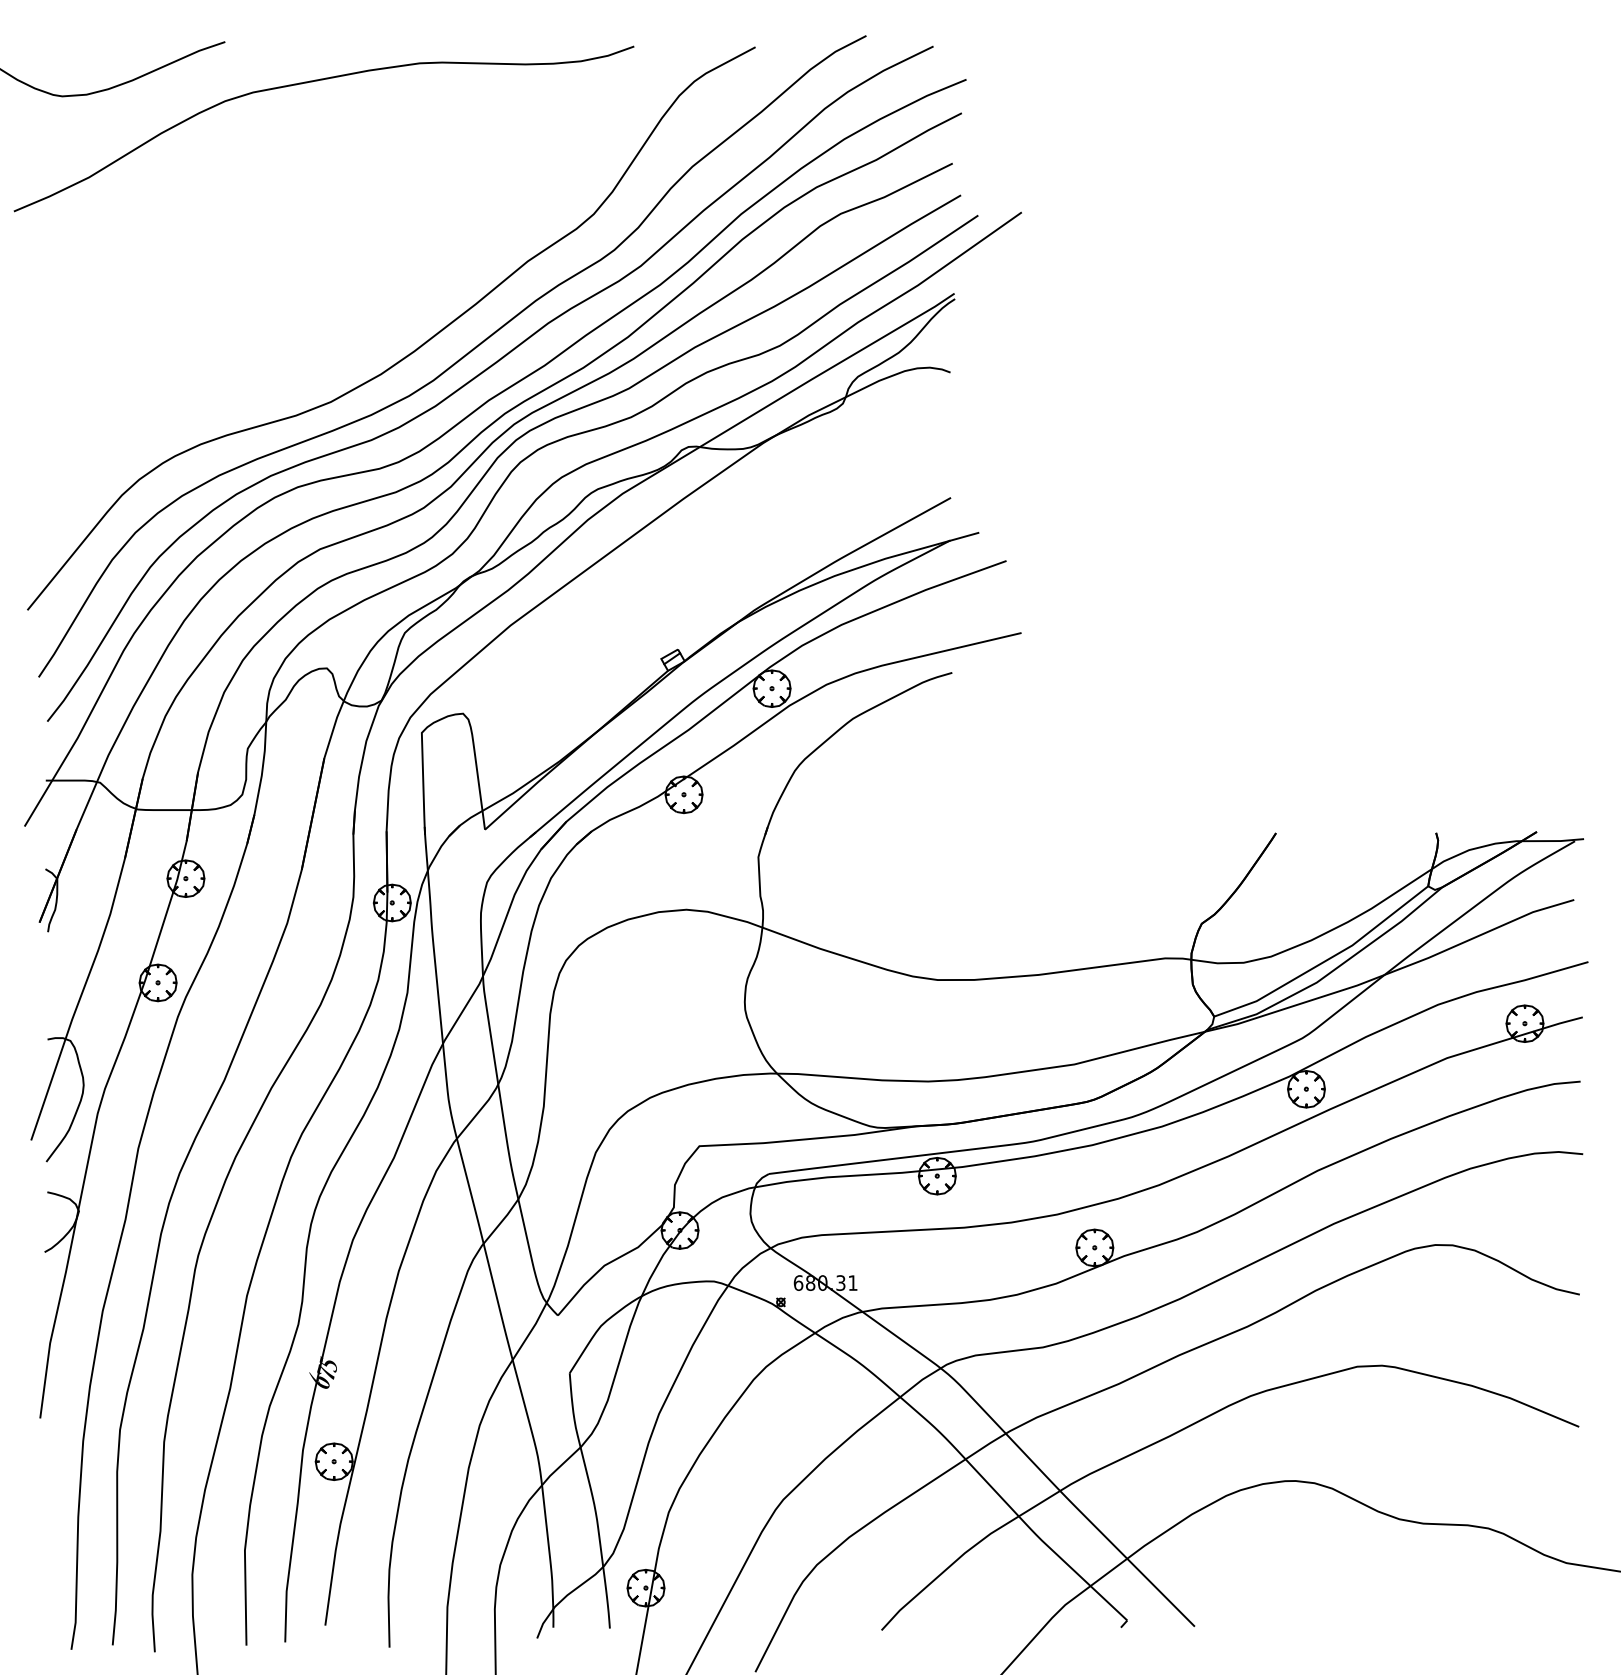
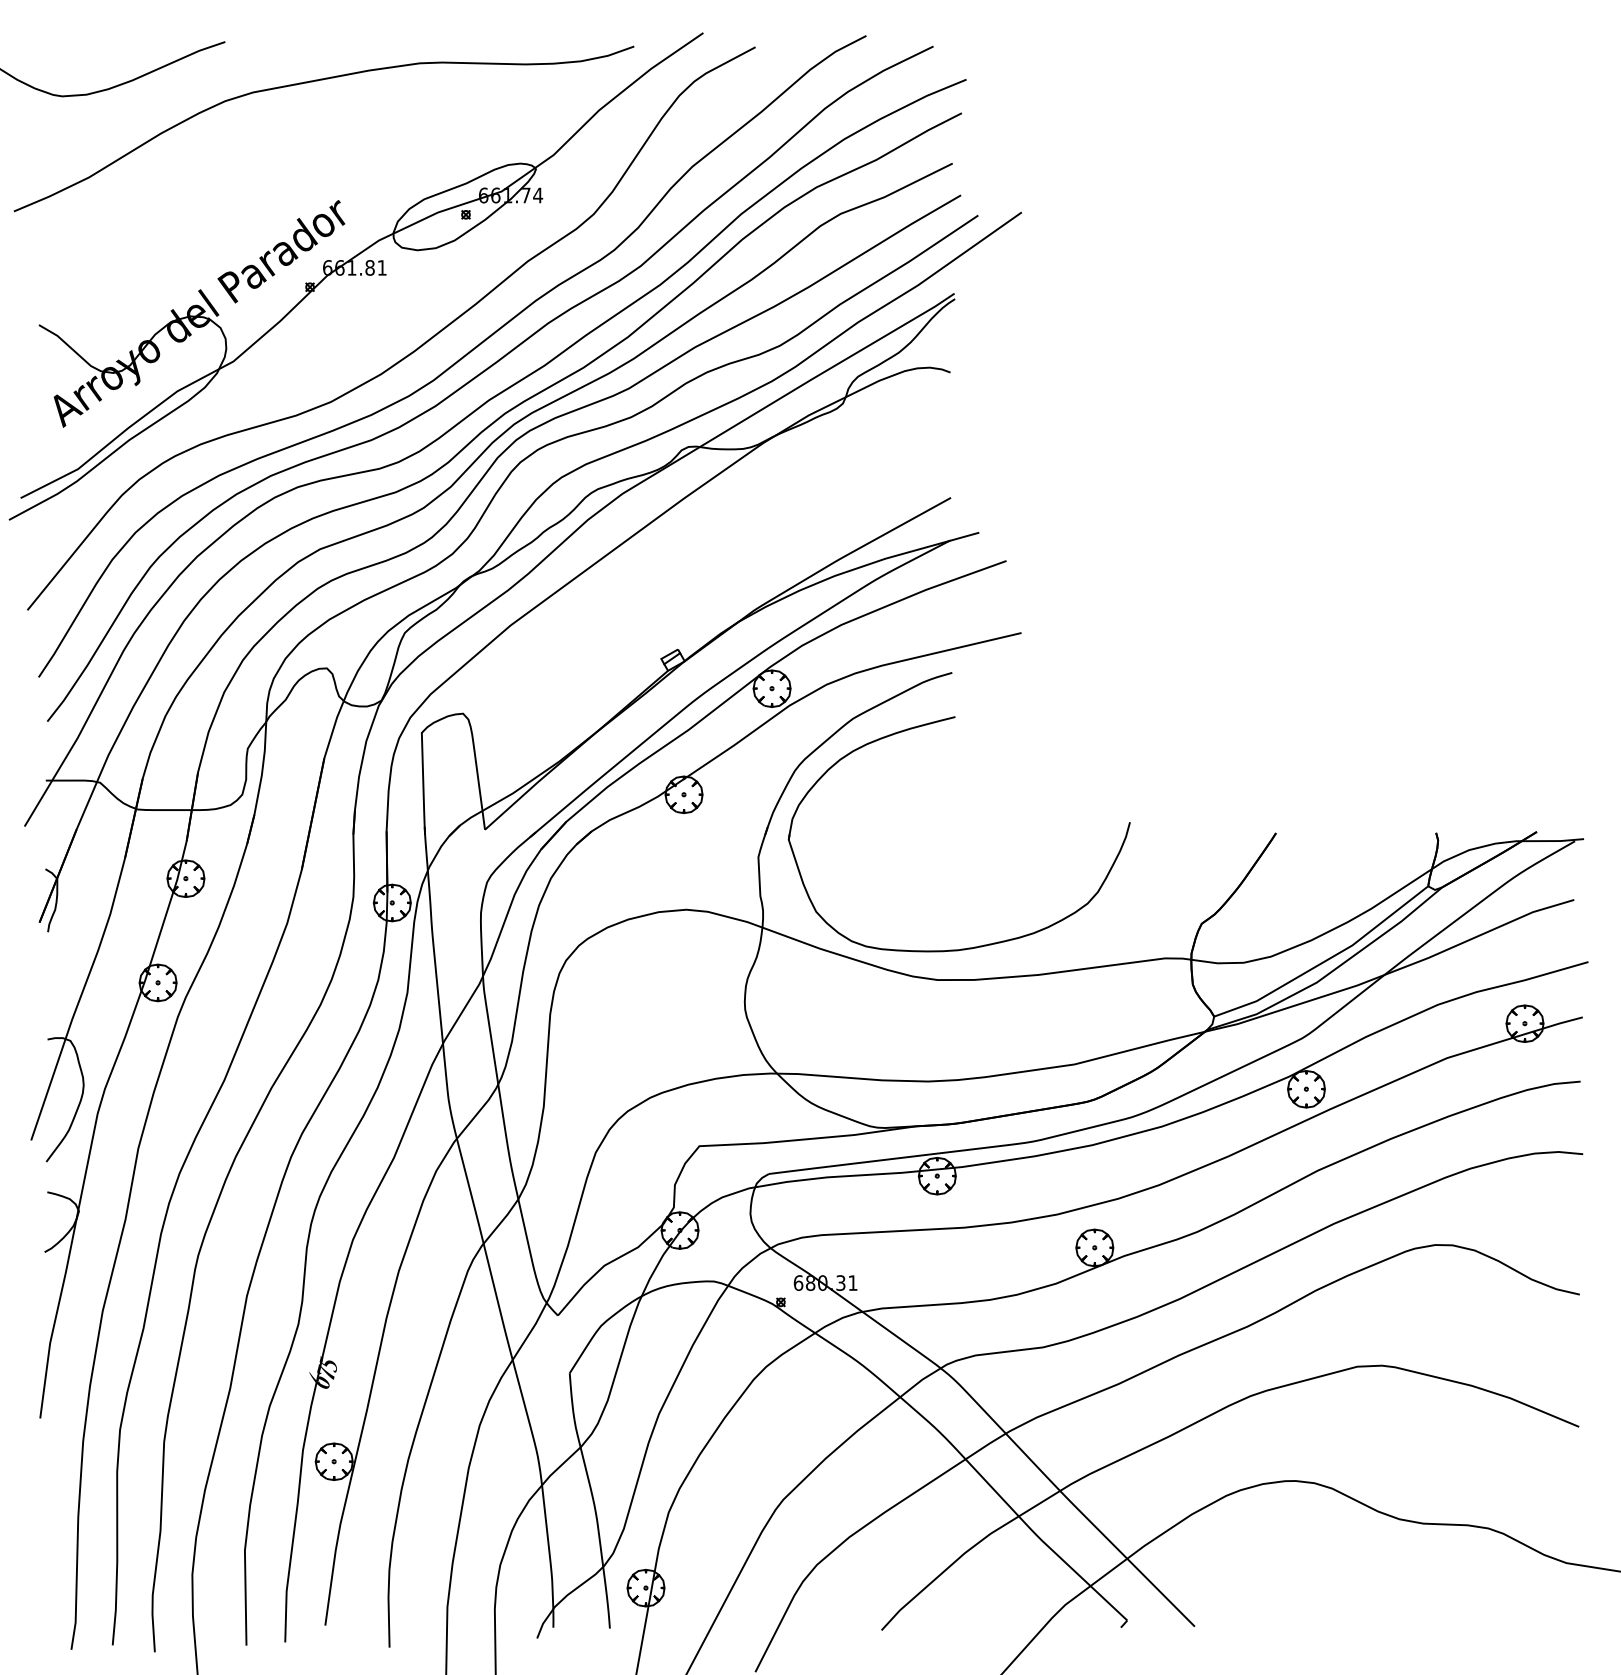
part at (355, 276): none -> present
part at (979, 945): none -> present
